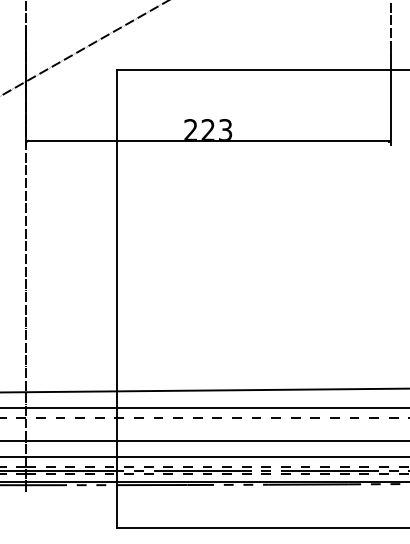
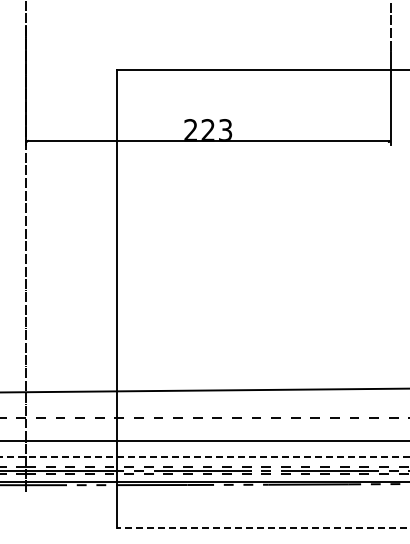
line at (83, 48): present -> none
line at (204, 408): present -> none
line at (205, 457): solid -> dashed
line at (263, 527): solid -> dashed
